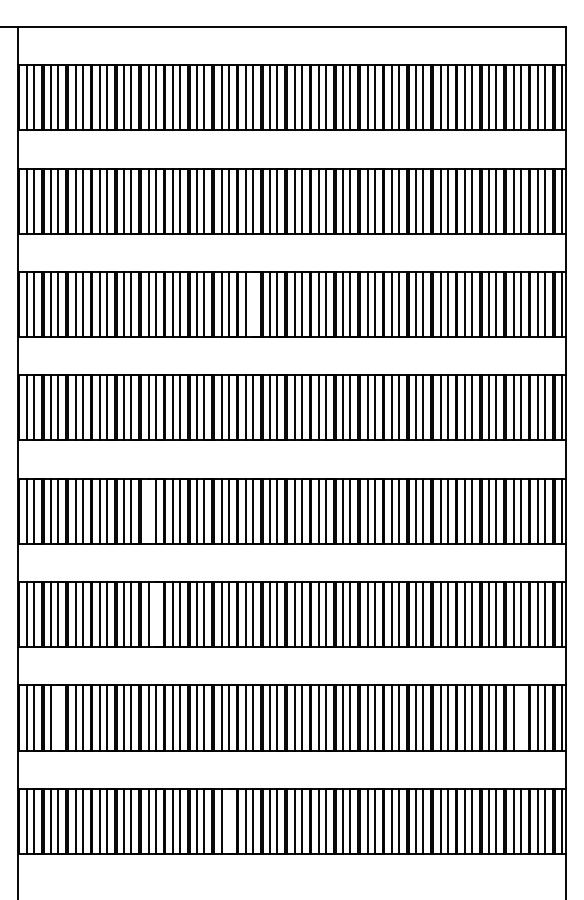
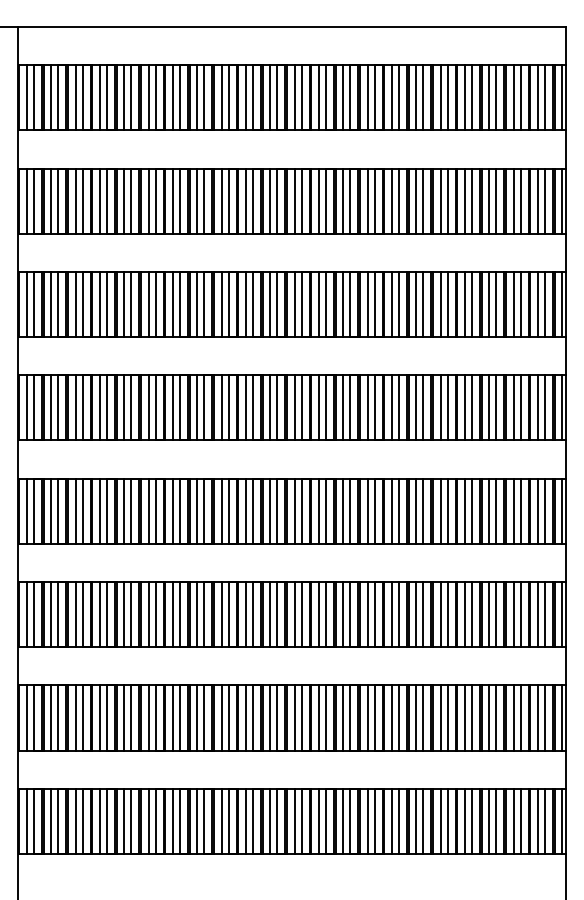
line at (253, 304): none -> present
line at (148, 510): none -> present
line at (155, 614): none -> present
line at (58, 717): none -> present
line at (520, 717): none -> present
line at (228, 820): none -> present
